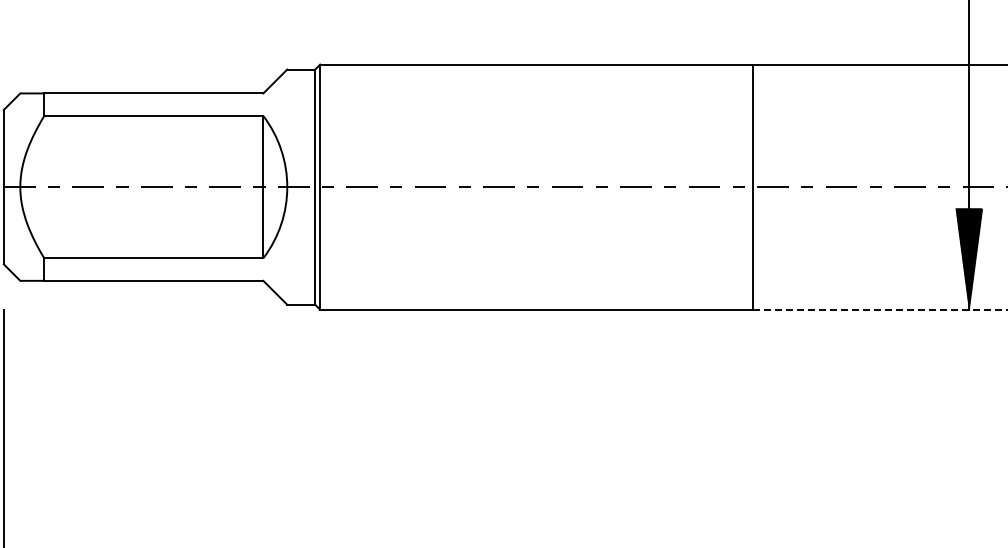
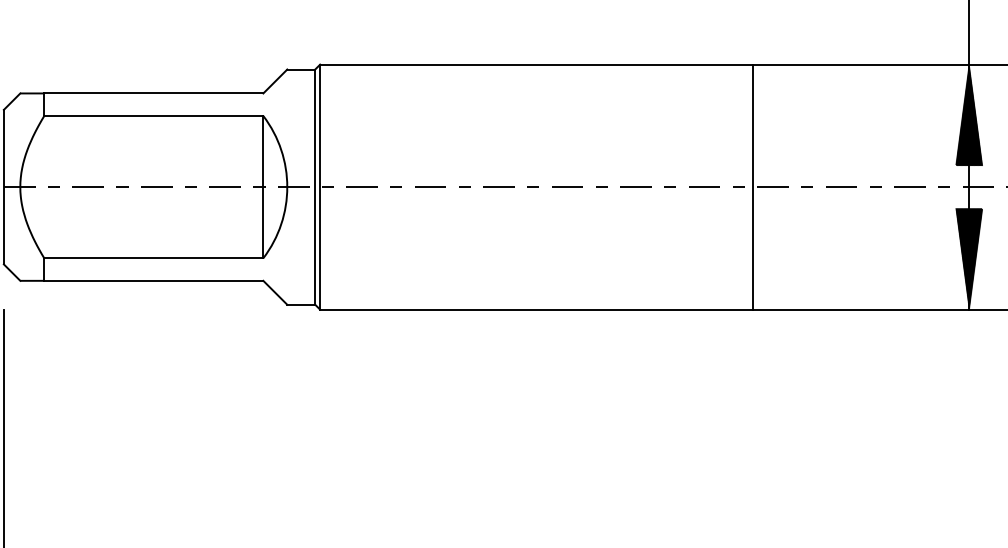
hatch at (969, 115): none -> present
line at (880, 309): dashed -> solid
